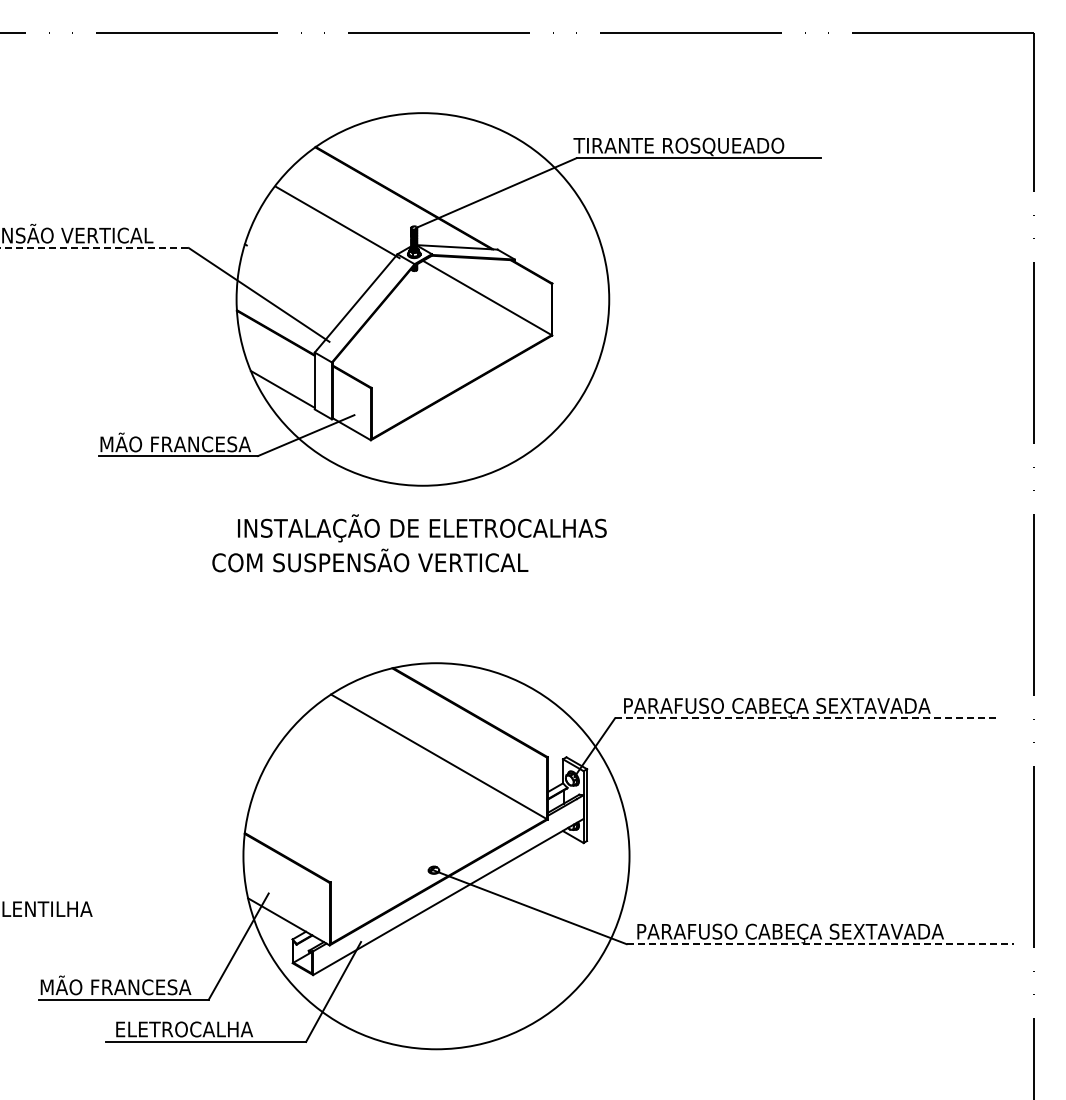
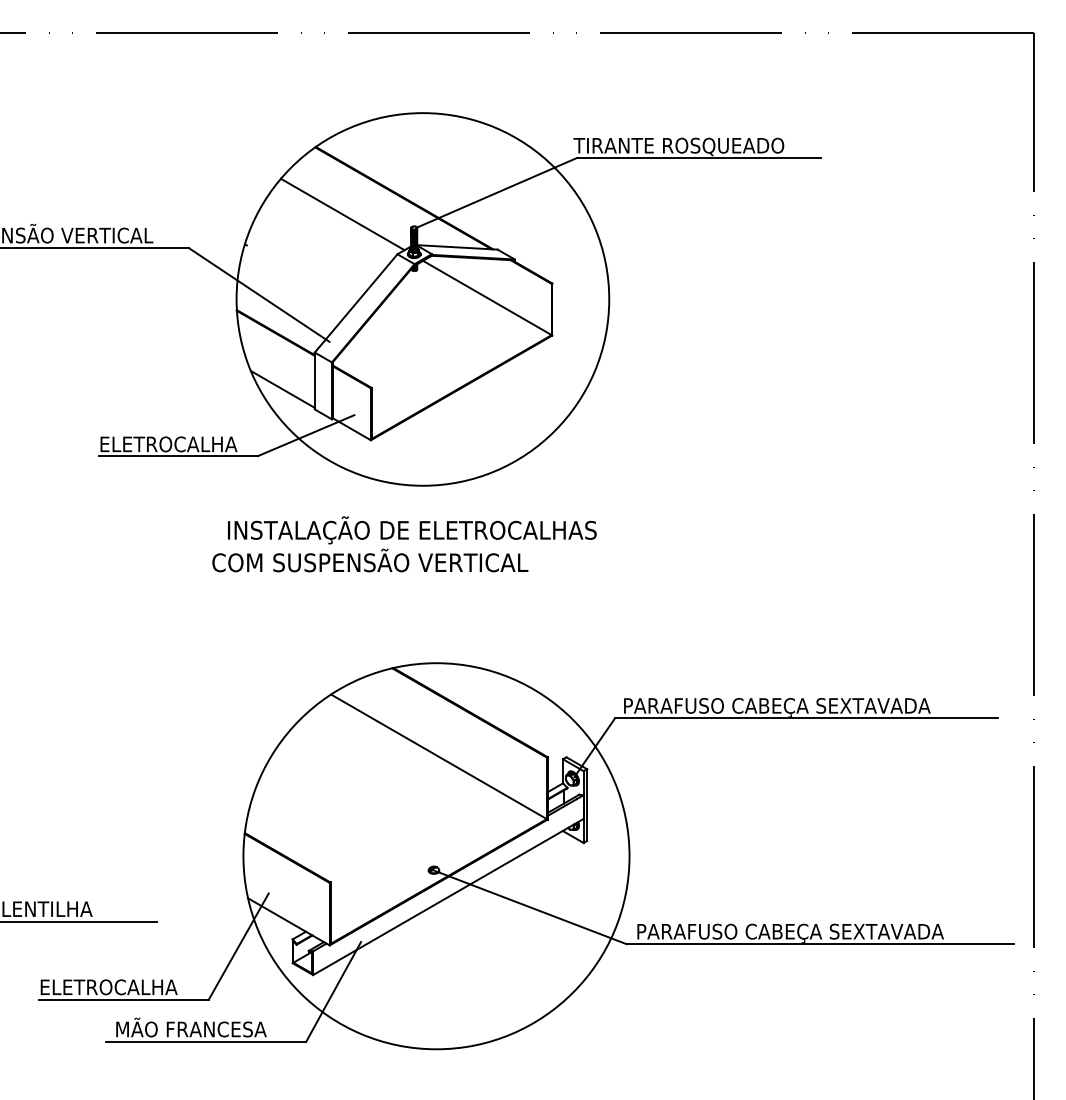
line at (337, 222) position: (337, 222) -> (342, 214)
line at (95, 248): dashed -> solid
text at (176, 442): MÃO FRANCESA -> ELETROCALHA
text at (422, 528) position: (422, 528) -> (412, 530)
line at (806, 718): dashed -> solid
line at (79, 921): none -> present
line at (820, 944): dashed -> solid
text at (116, 985): MÃO FRANCESA -> ELETROCALHA
text at (192, 1027): ELETROCALHA -> MÃO FRANCESA
